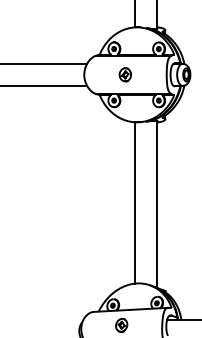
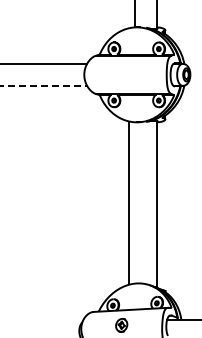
part at (124, 74): present -> none
line at (44, 85): solid -> dashed
line at (134, 202) position: (134, 202) -> (128, 202)
